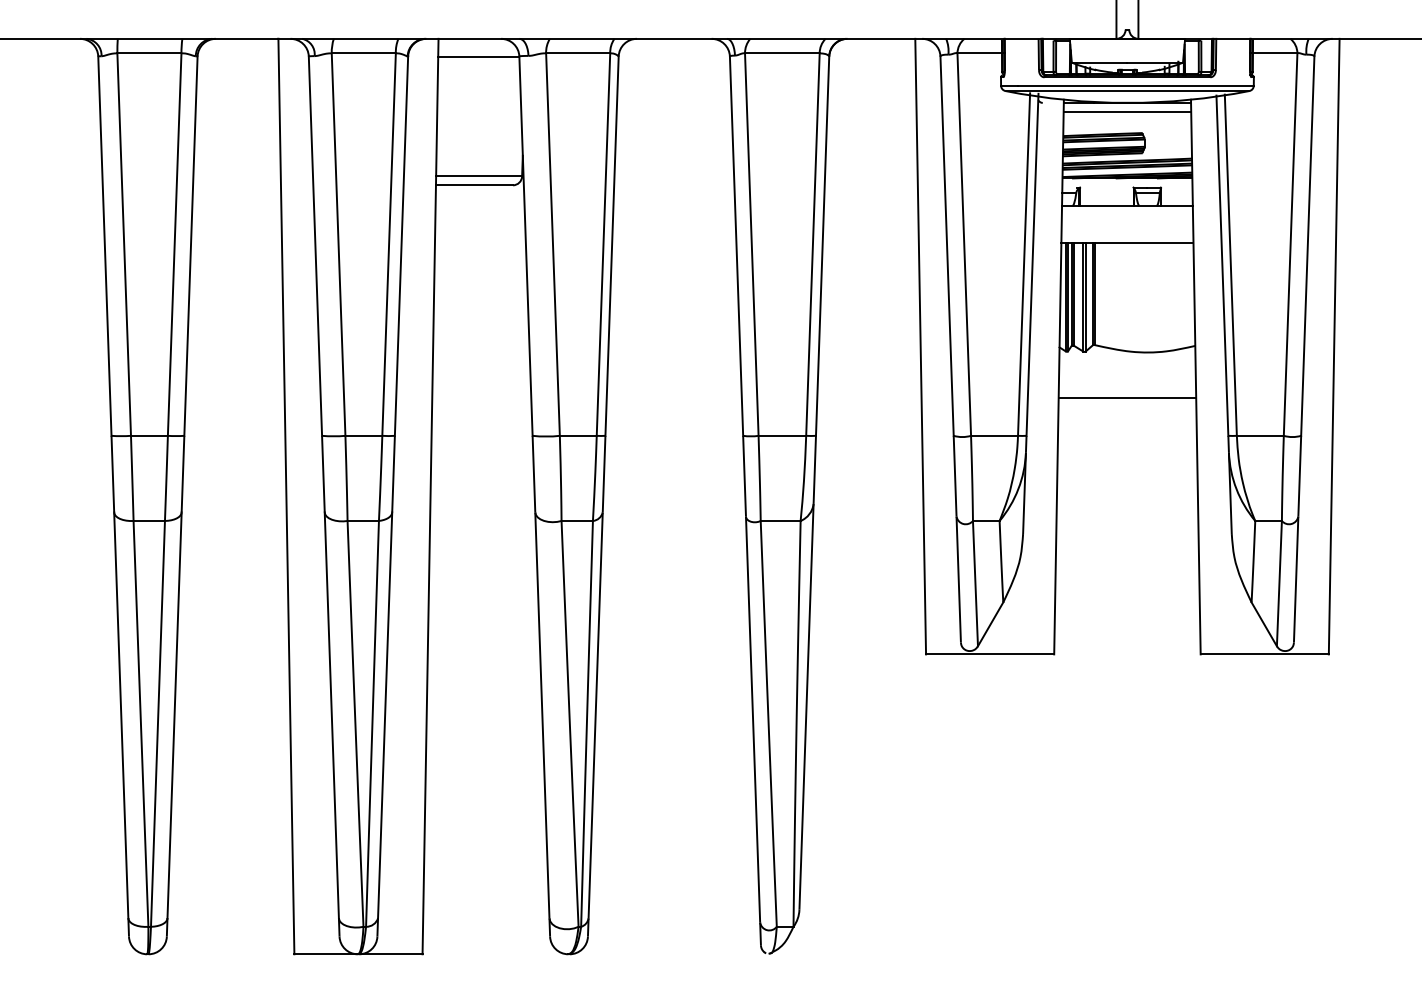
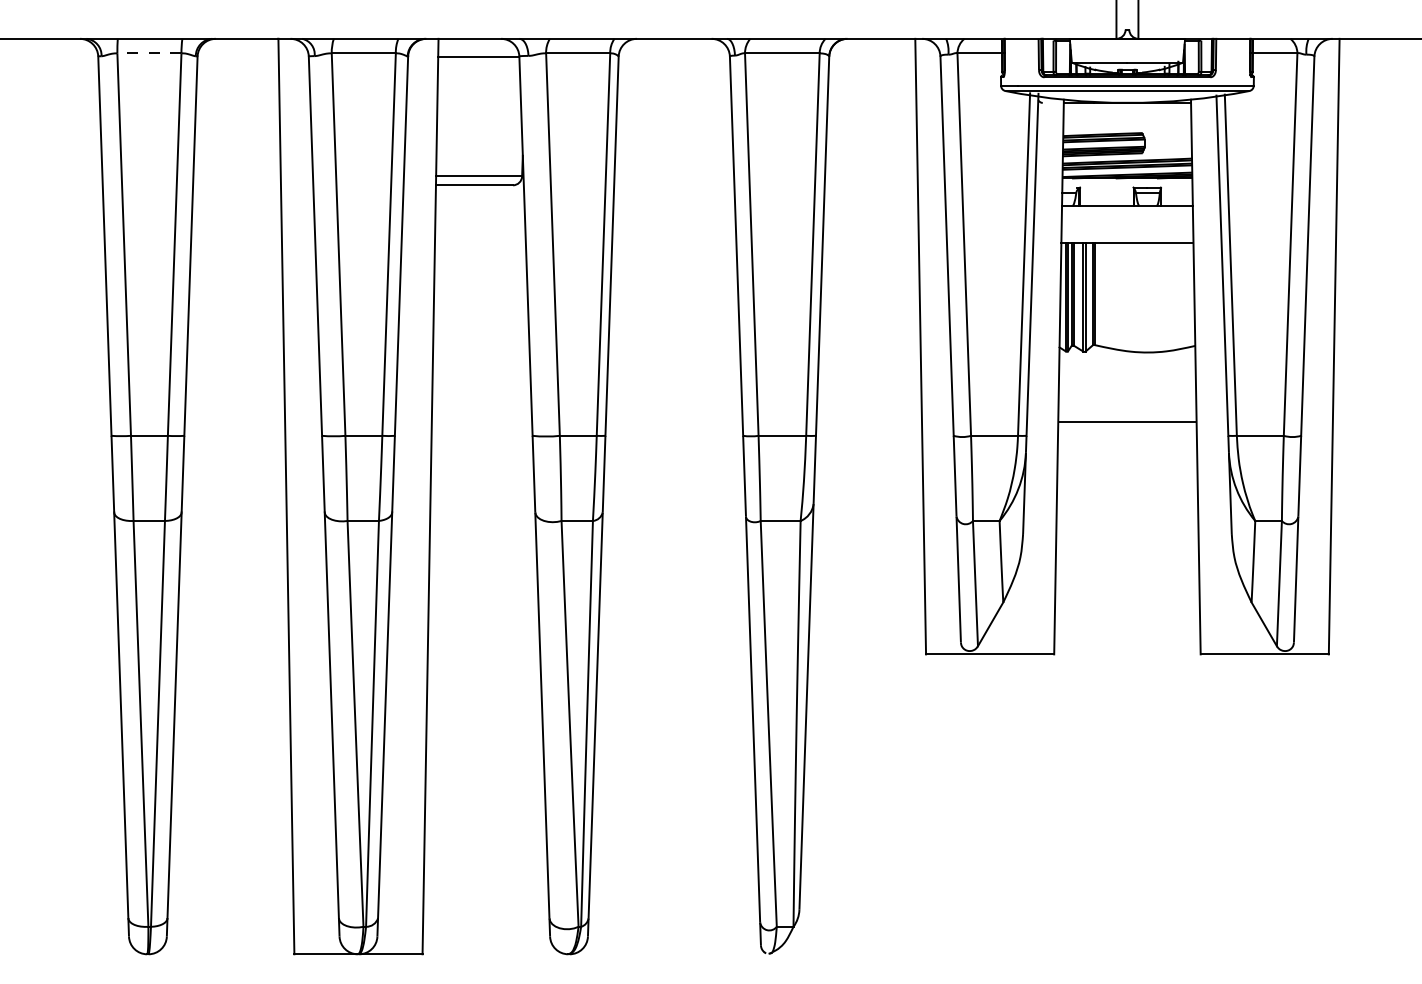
line at (148, 53): solid -> dashed
line at (1127, 112): present -> none
line at (1127, 398) position: (1127, 398) -> (1127, 422)
